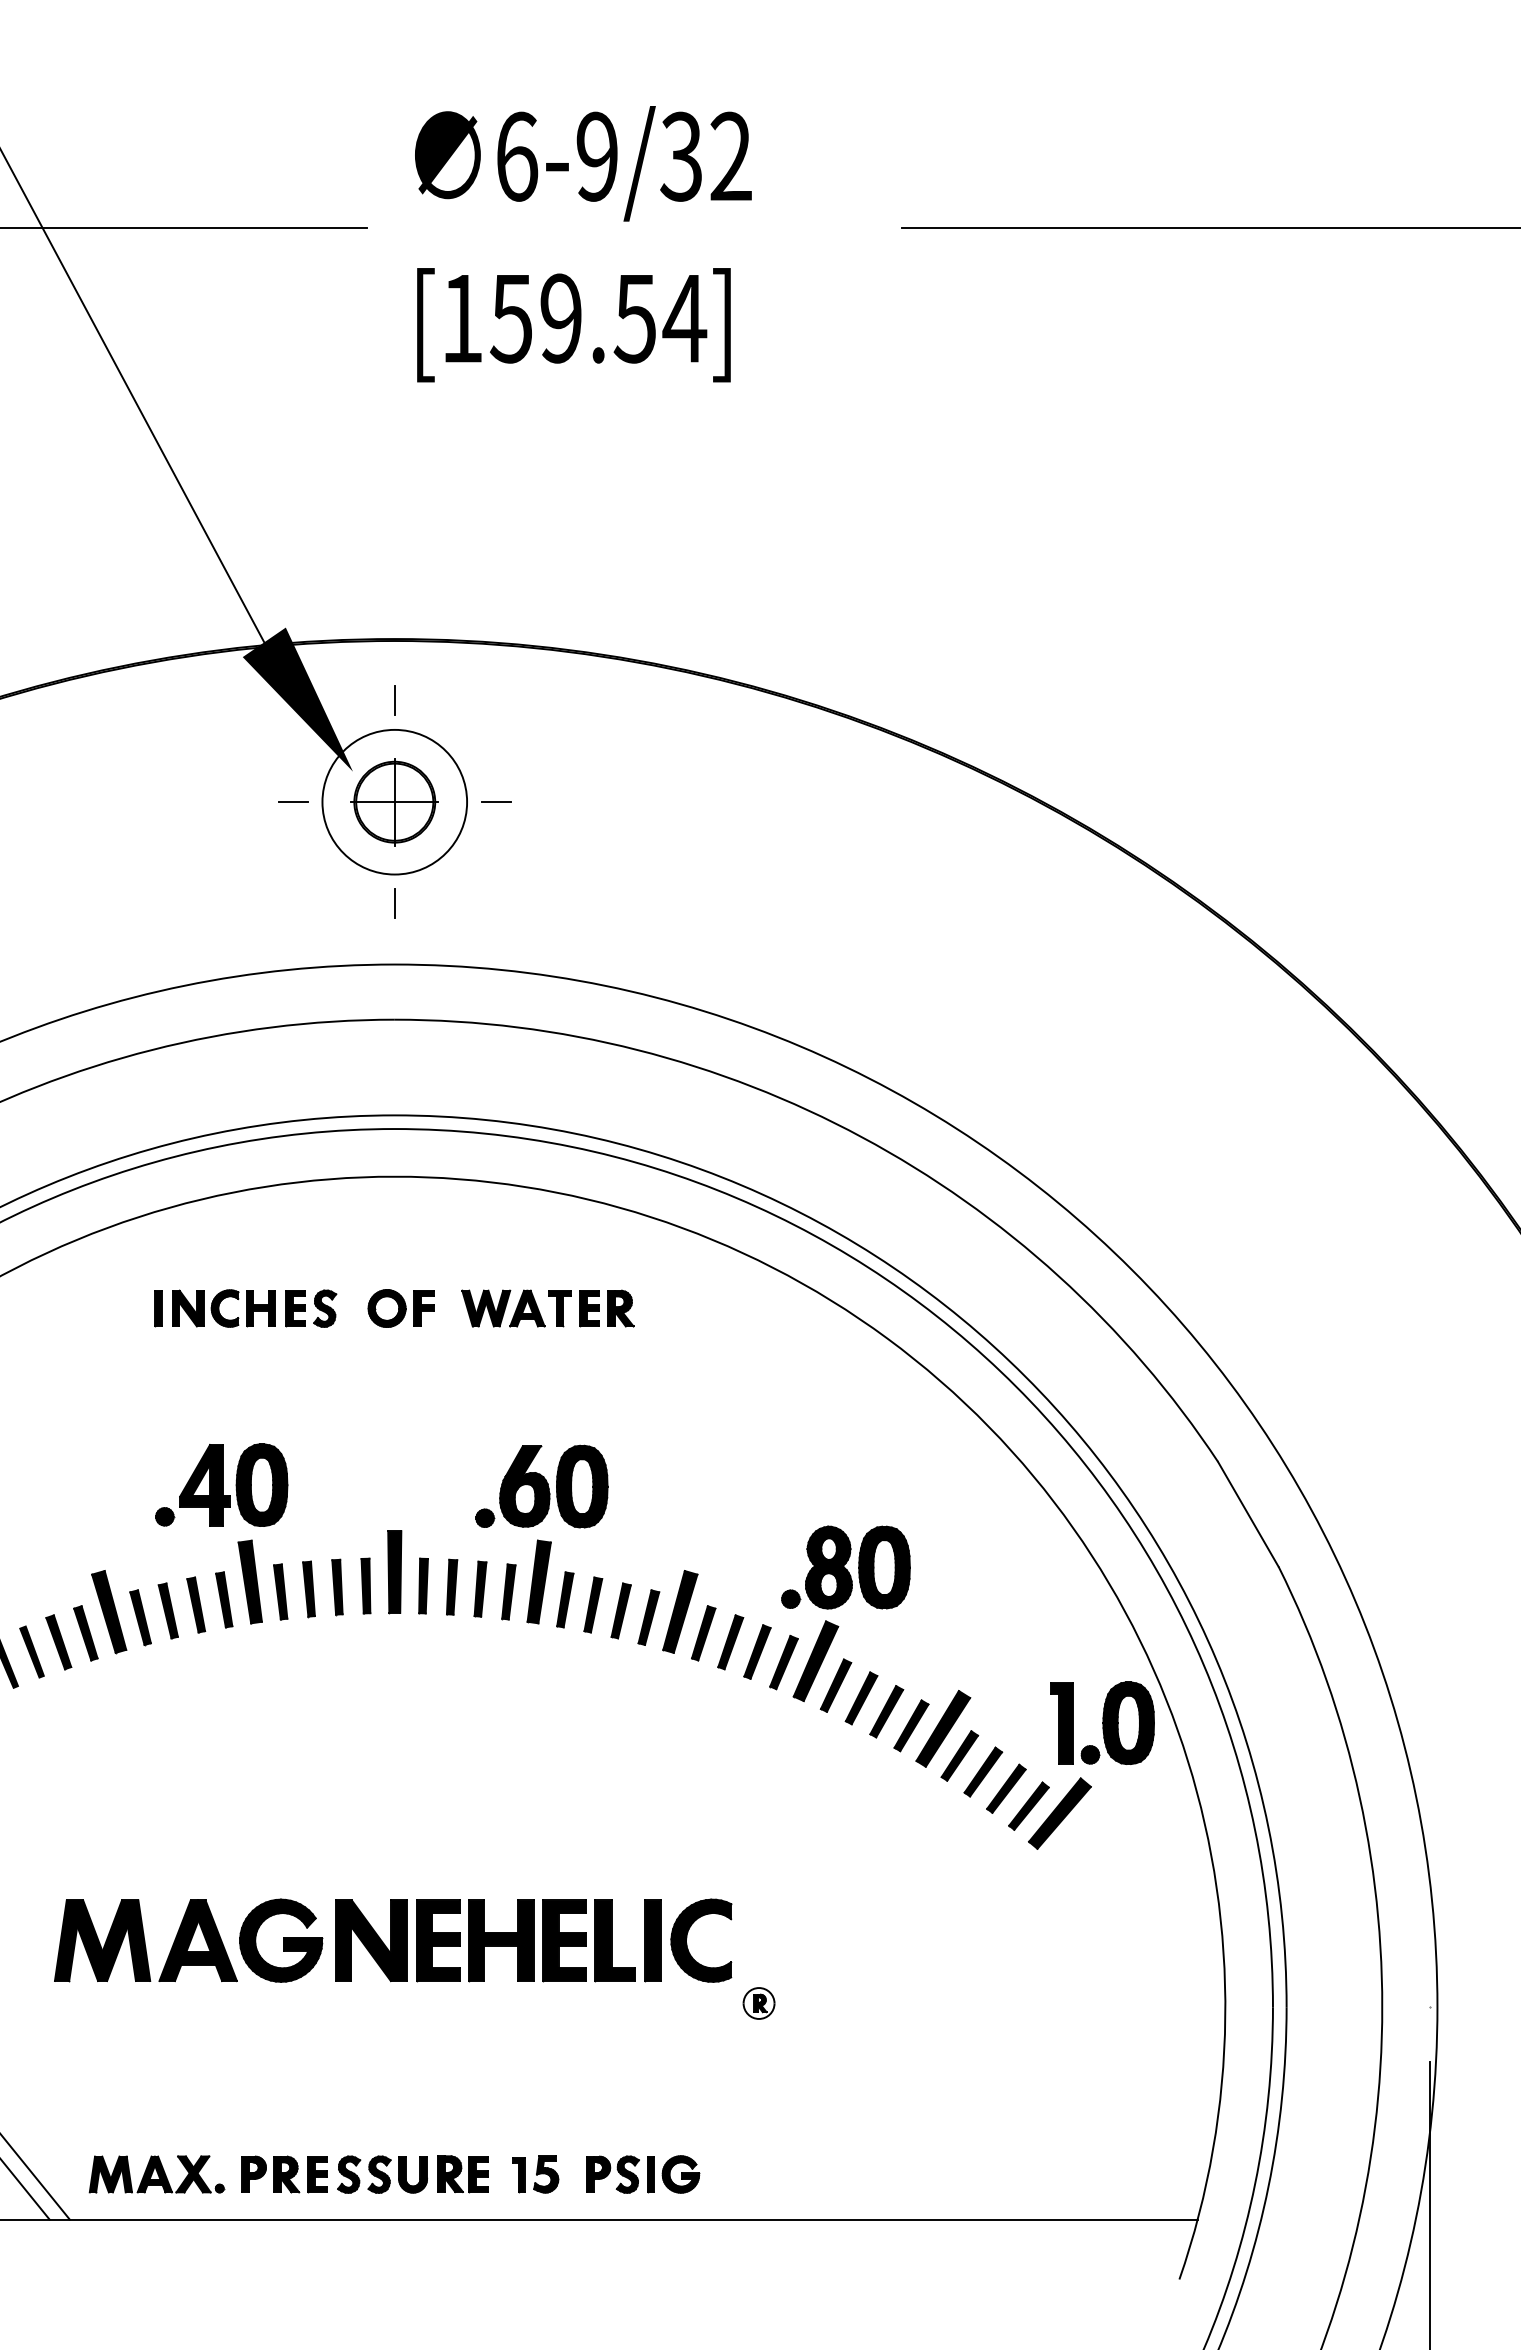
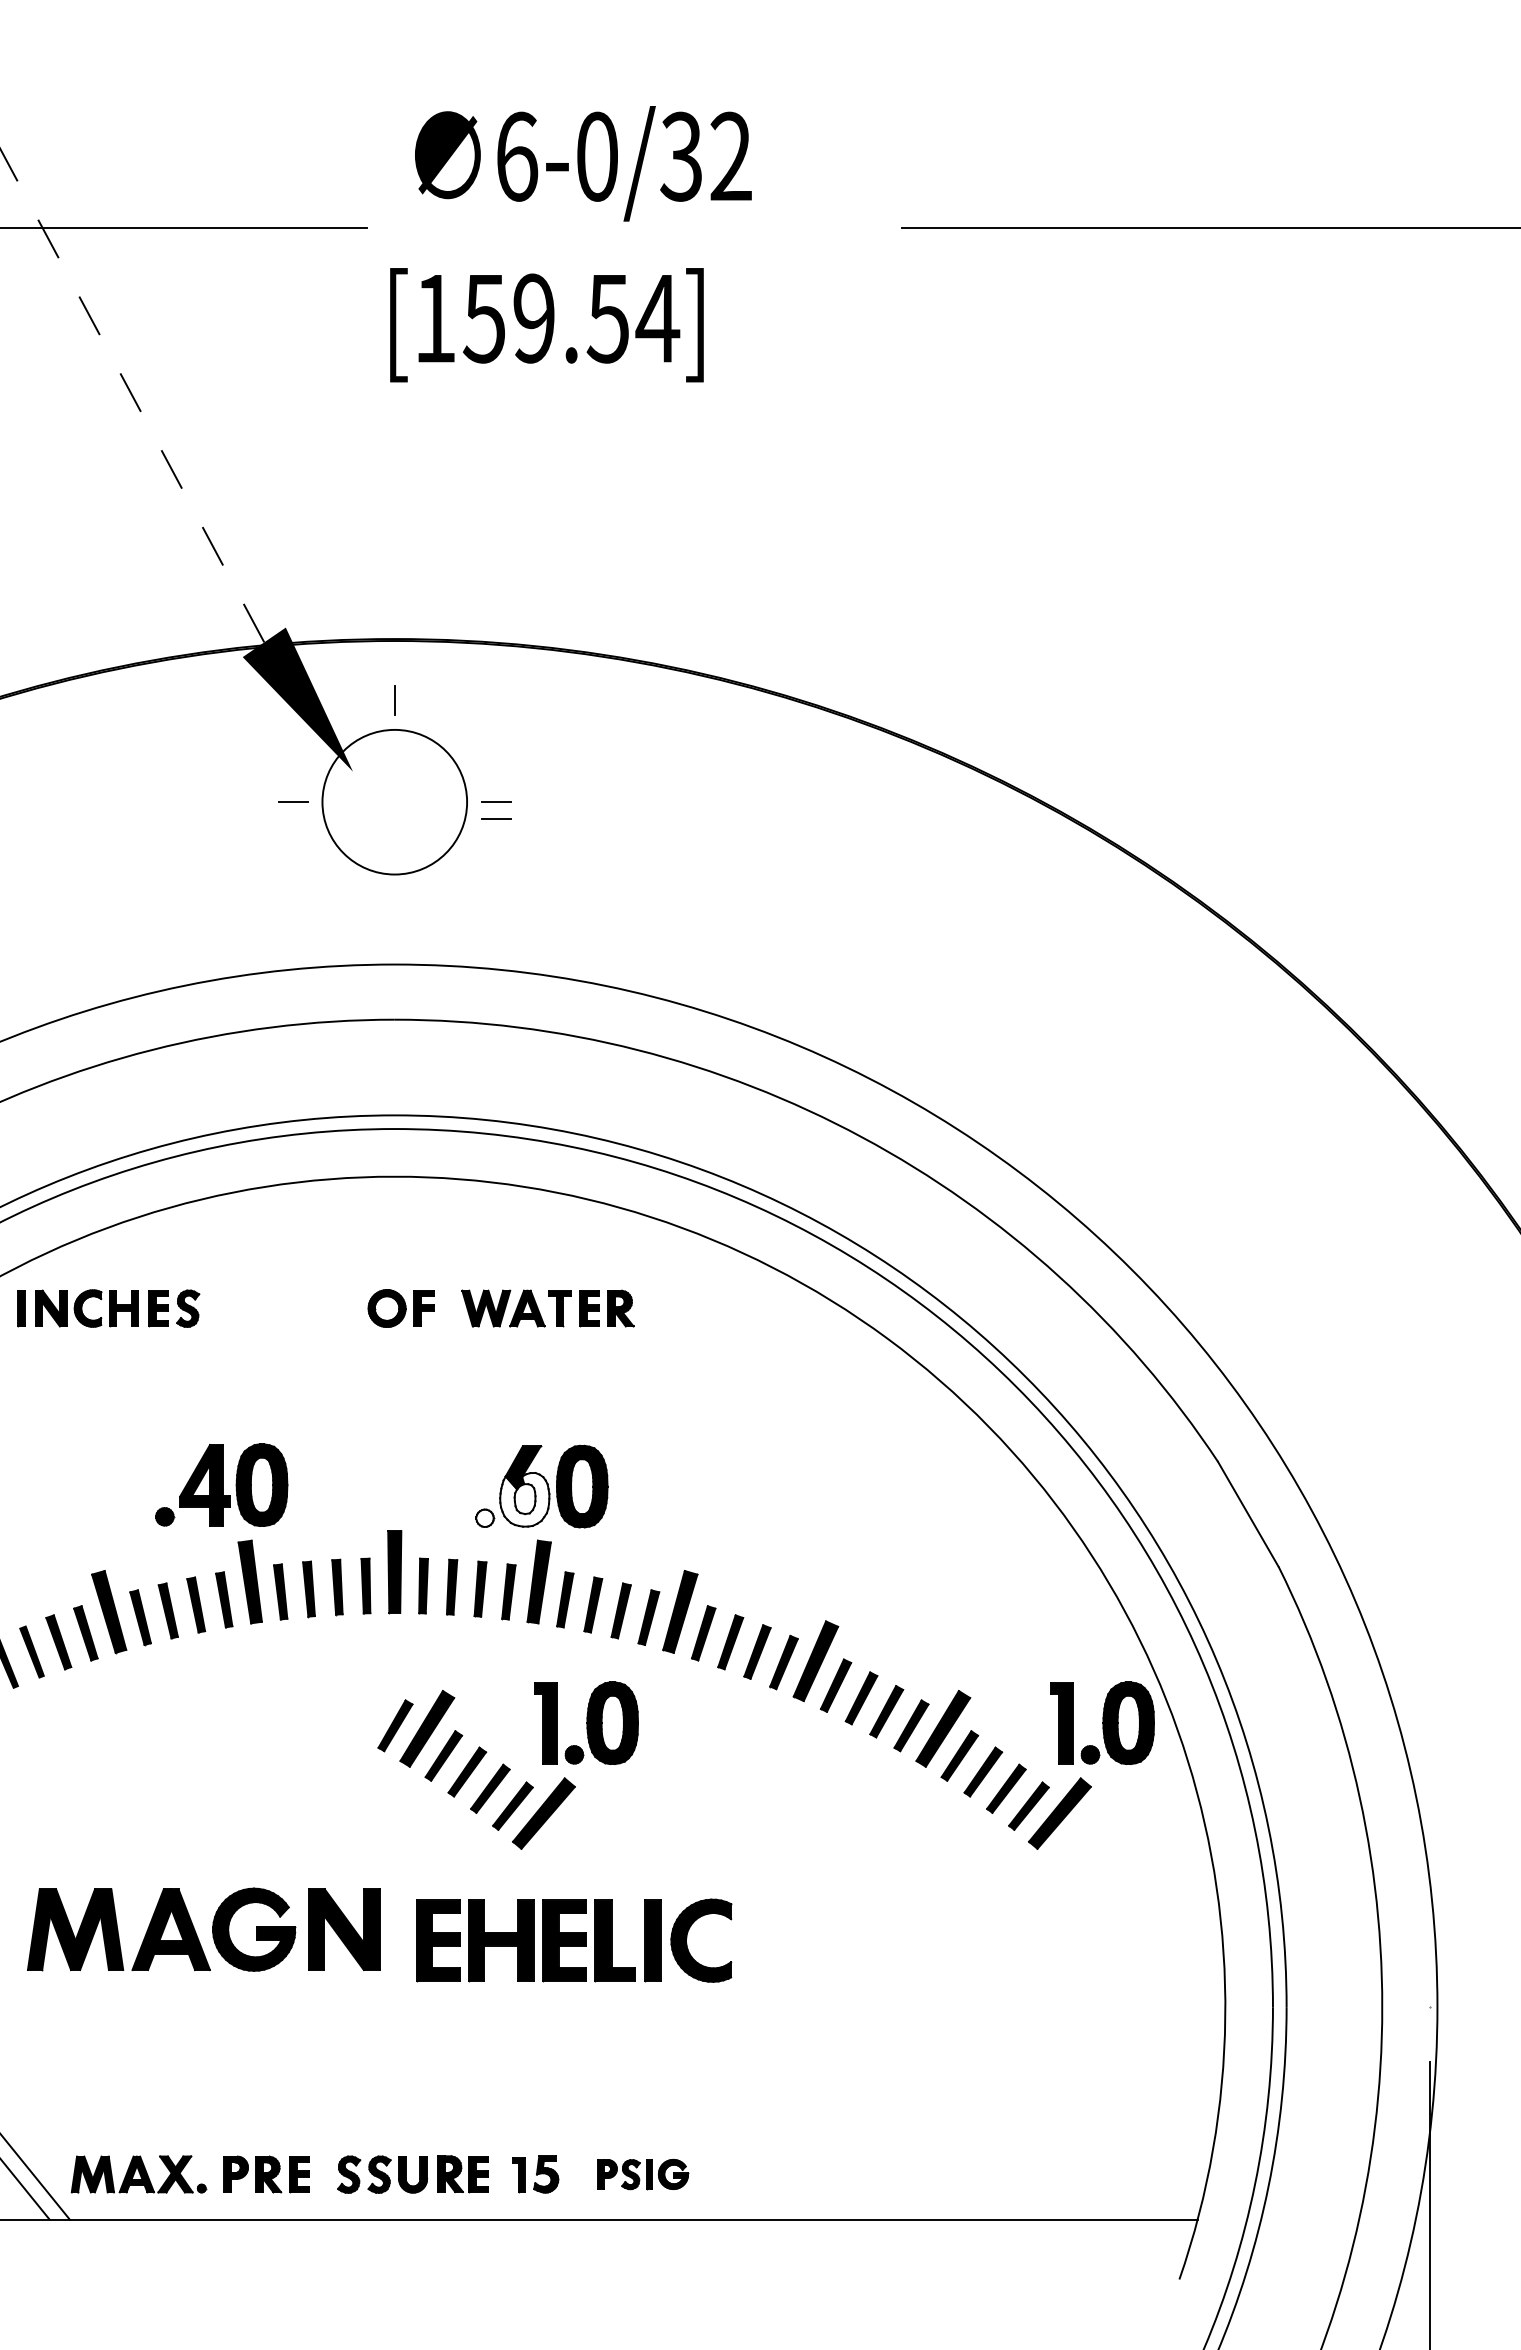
text at (596, 156): 6-9/32 -> 6-0/32
text at (573, 325) position: (573, 325) -> (546, 325)
line at (132, 395): solid -> dashed
part at (394, 802): present -> none
line at (496, 818): none -> present
line at (394, 903): present -> none
part at (245, 1308) position: (245, 1308) -> (108, 1308)
fill at (524, 1499): present -> none
fill at (484, 1517): present -> none
part at (845, 1567): present -> none
part at (507, 1765): none -> present
part at (223, 1943) position: (223, 1943) -> (196, 1932)
part at (758, 2003): present -> none
part at (643, 2174) size: 115x39 px -> 93x32 px
part at (202, 2178) position: (202, 2178) -> (184, 2178)
